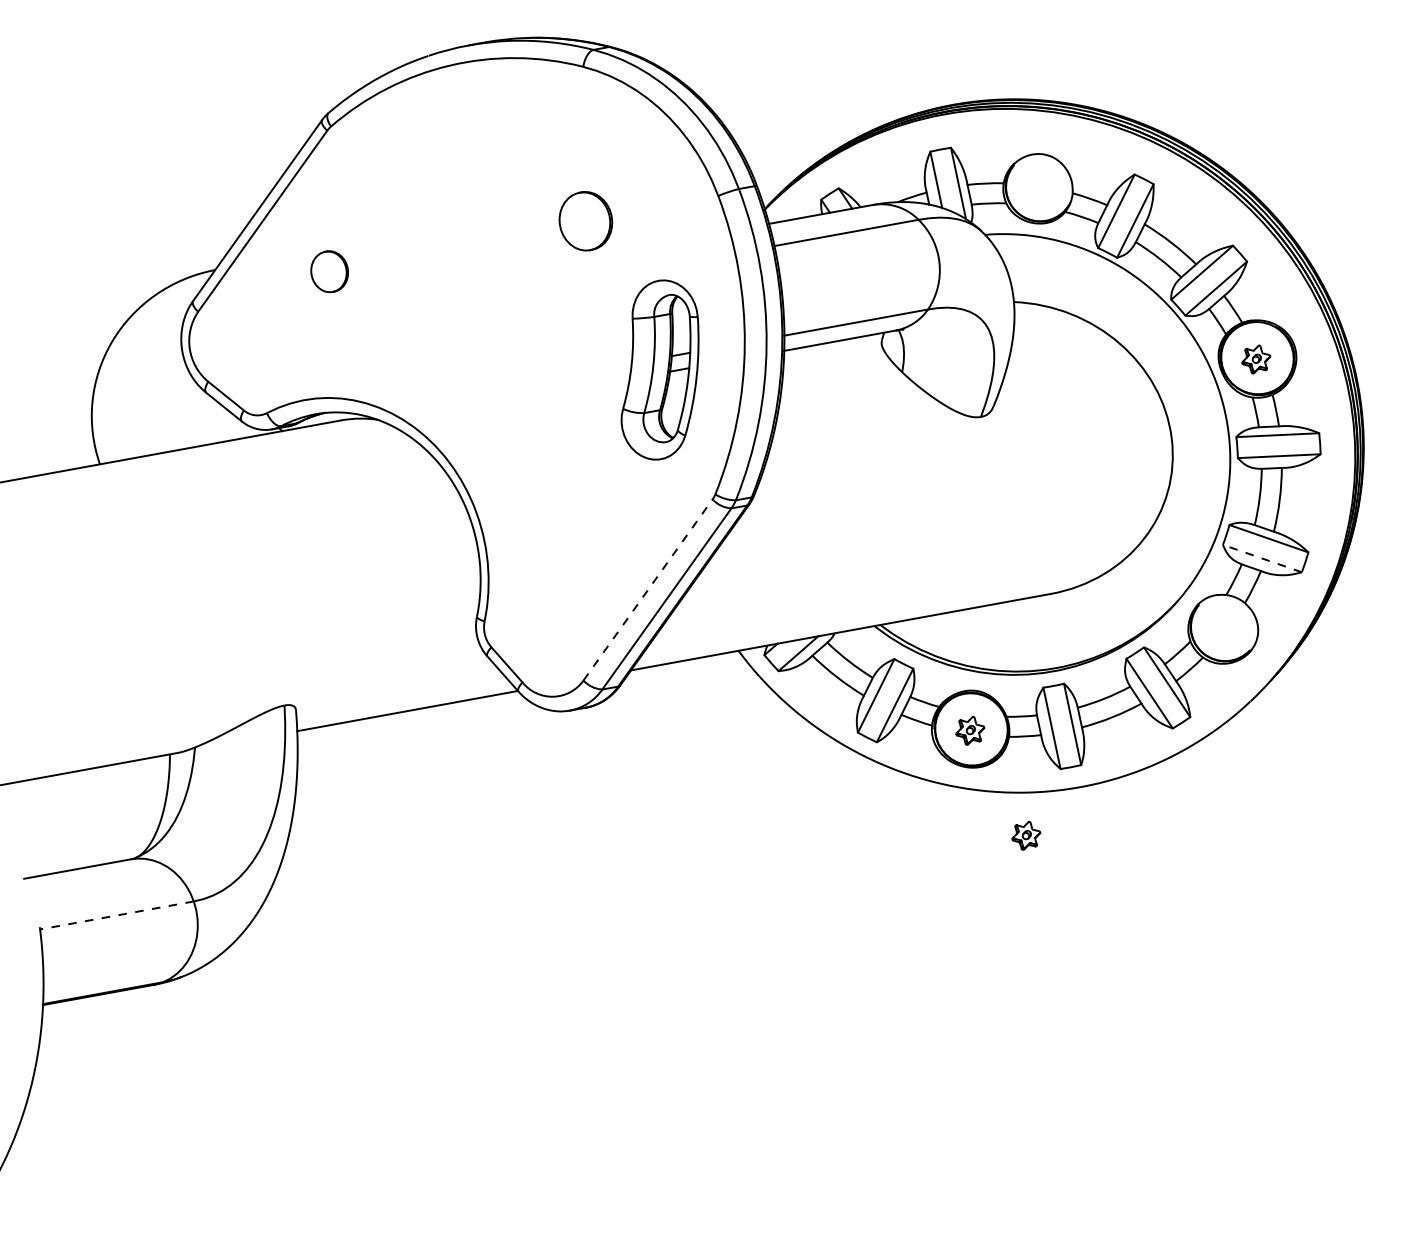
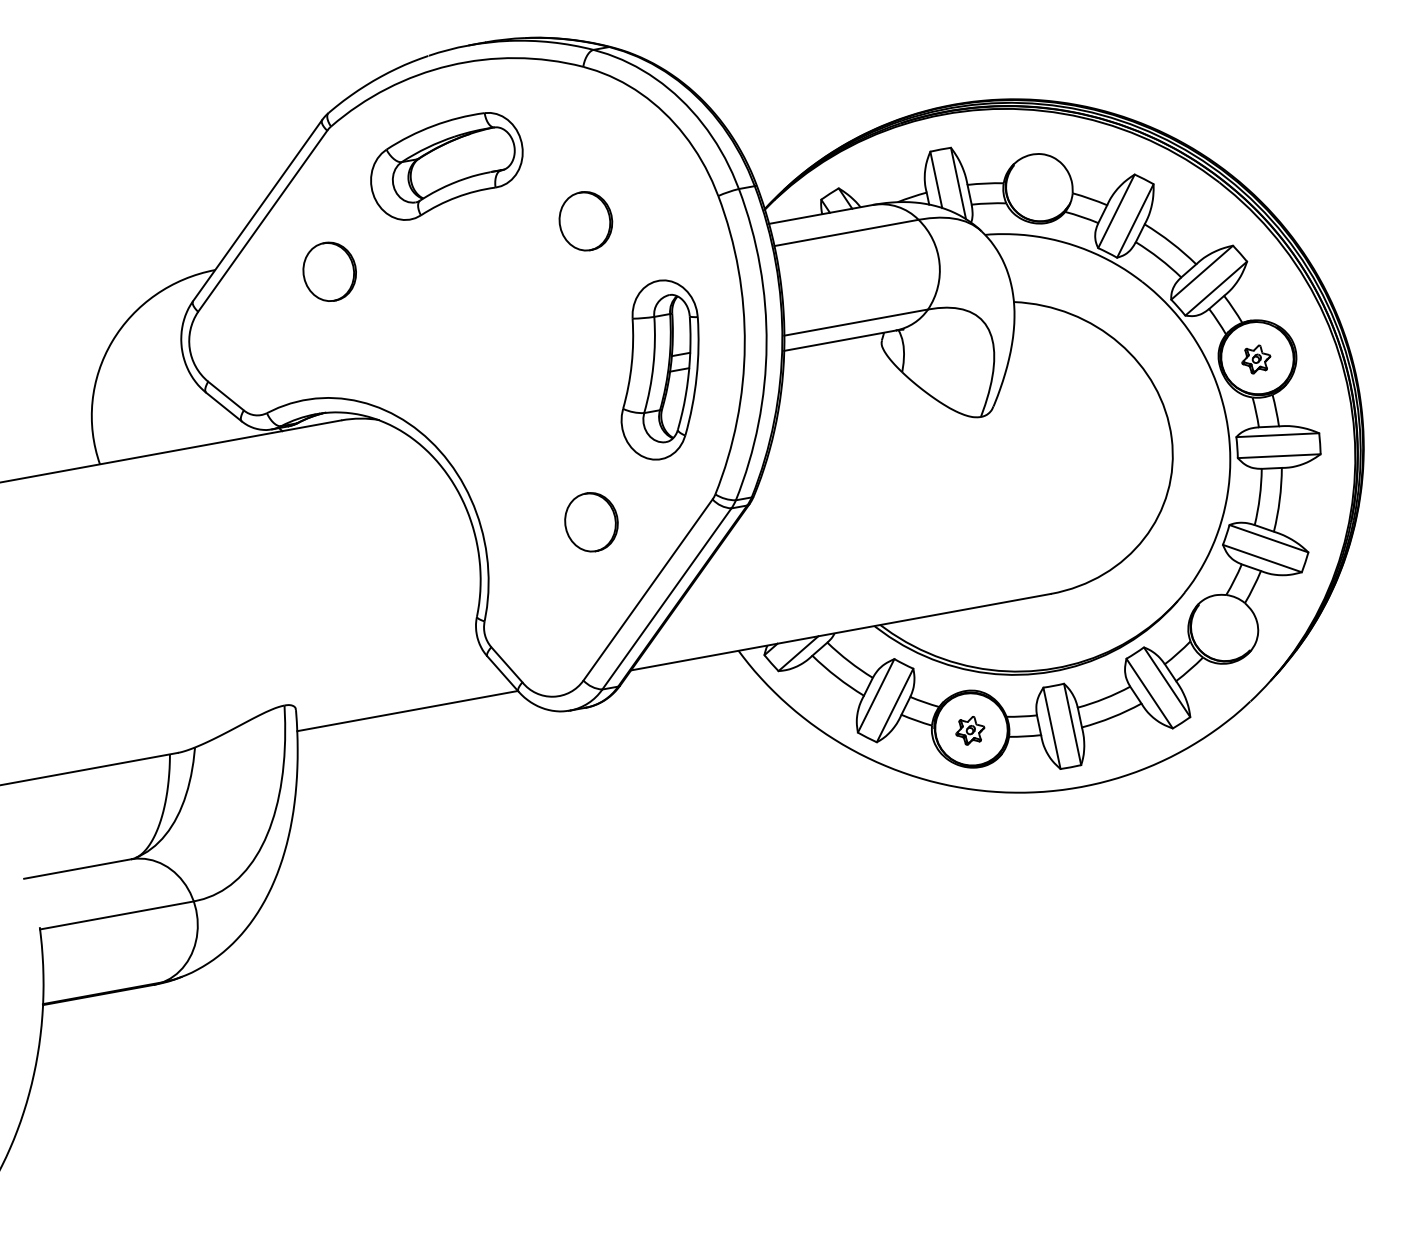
part at (446, 166): none -> present
part at (329, 271) size: 39x44 px -> 55x61 px
part at (591, 522): none -> present
line at (1262, 558): dashed -> solid
line at (648, 589): dashed -> solid
part at (1026, 835): present -> none
line at (116, 915): dashed -> solid
